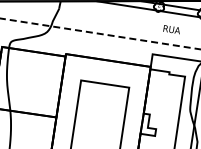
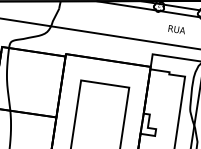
text at (171, 29) position: (171, 29) -> (176, 29)
line at (100, 33): dashed -> solid
